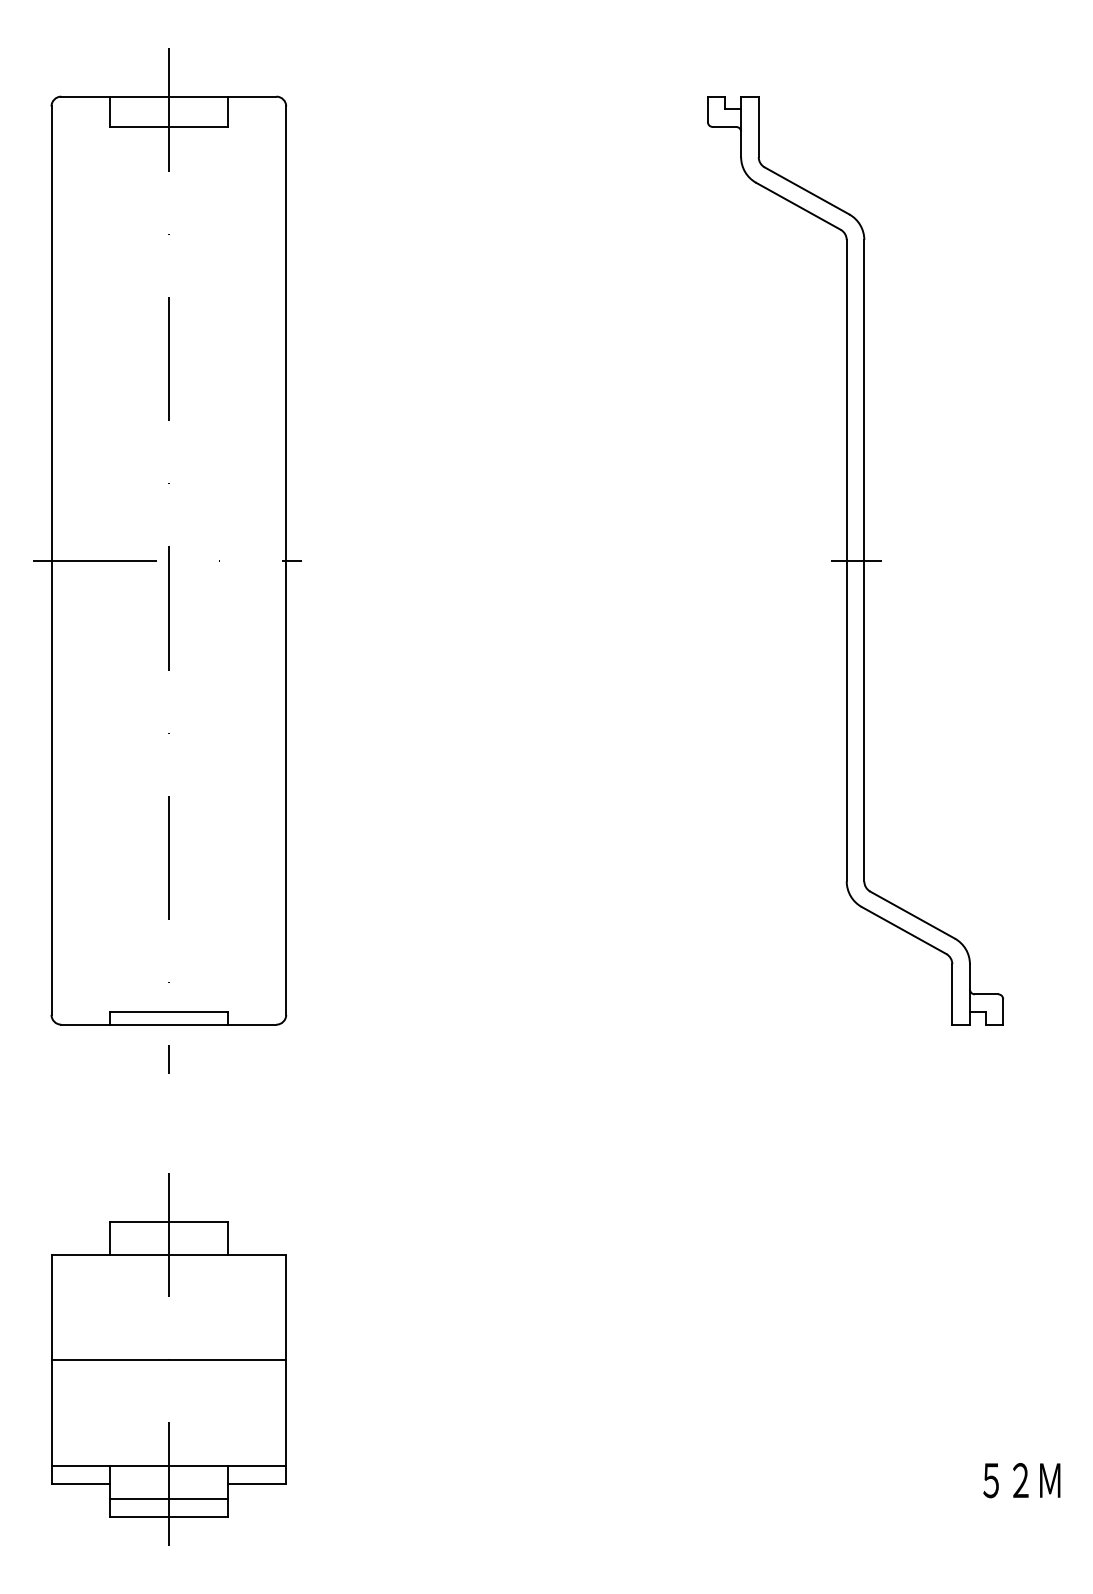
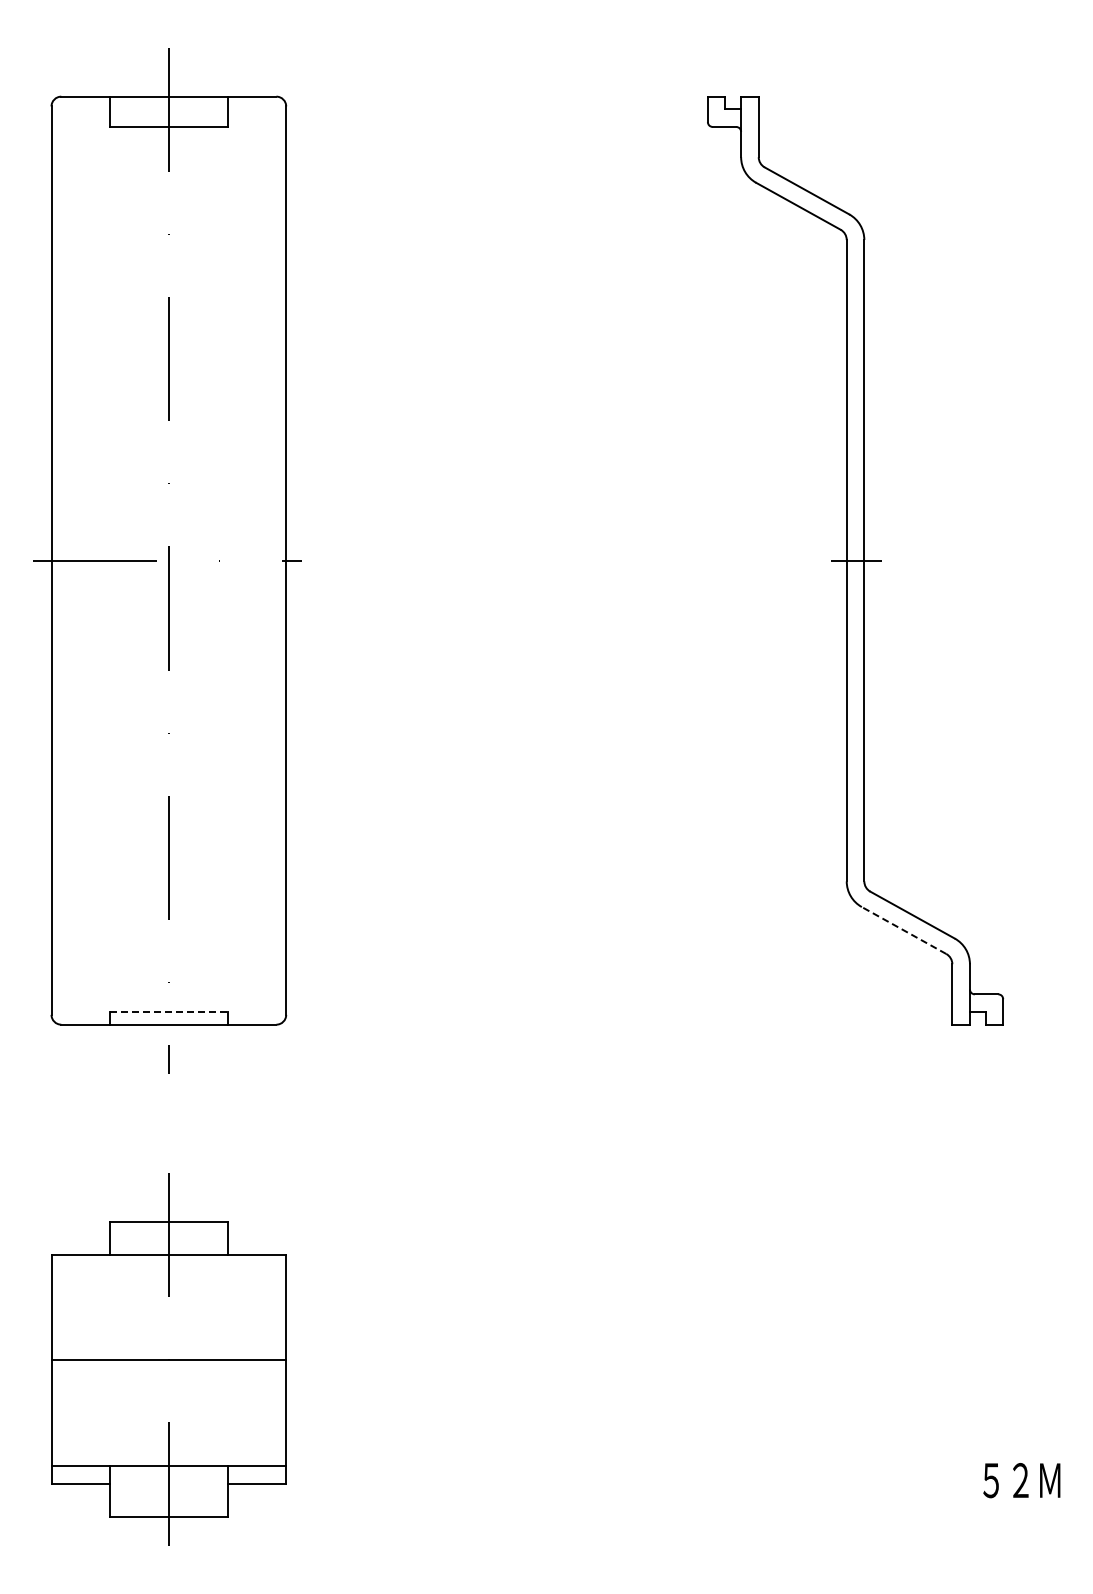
line at (903, 930): solid -> dashed
line at (168, 1011): solid -> dashed
line at (168, 1499): present -> none
